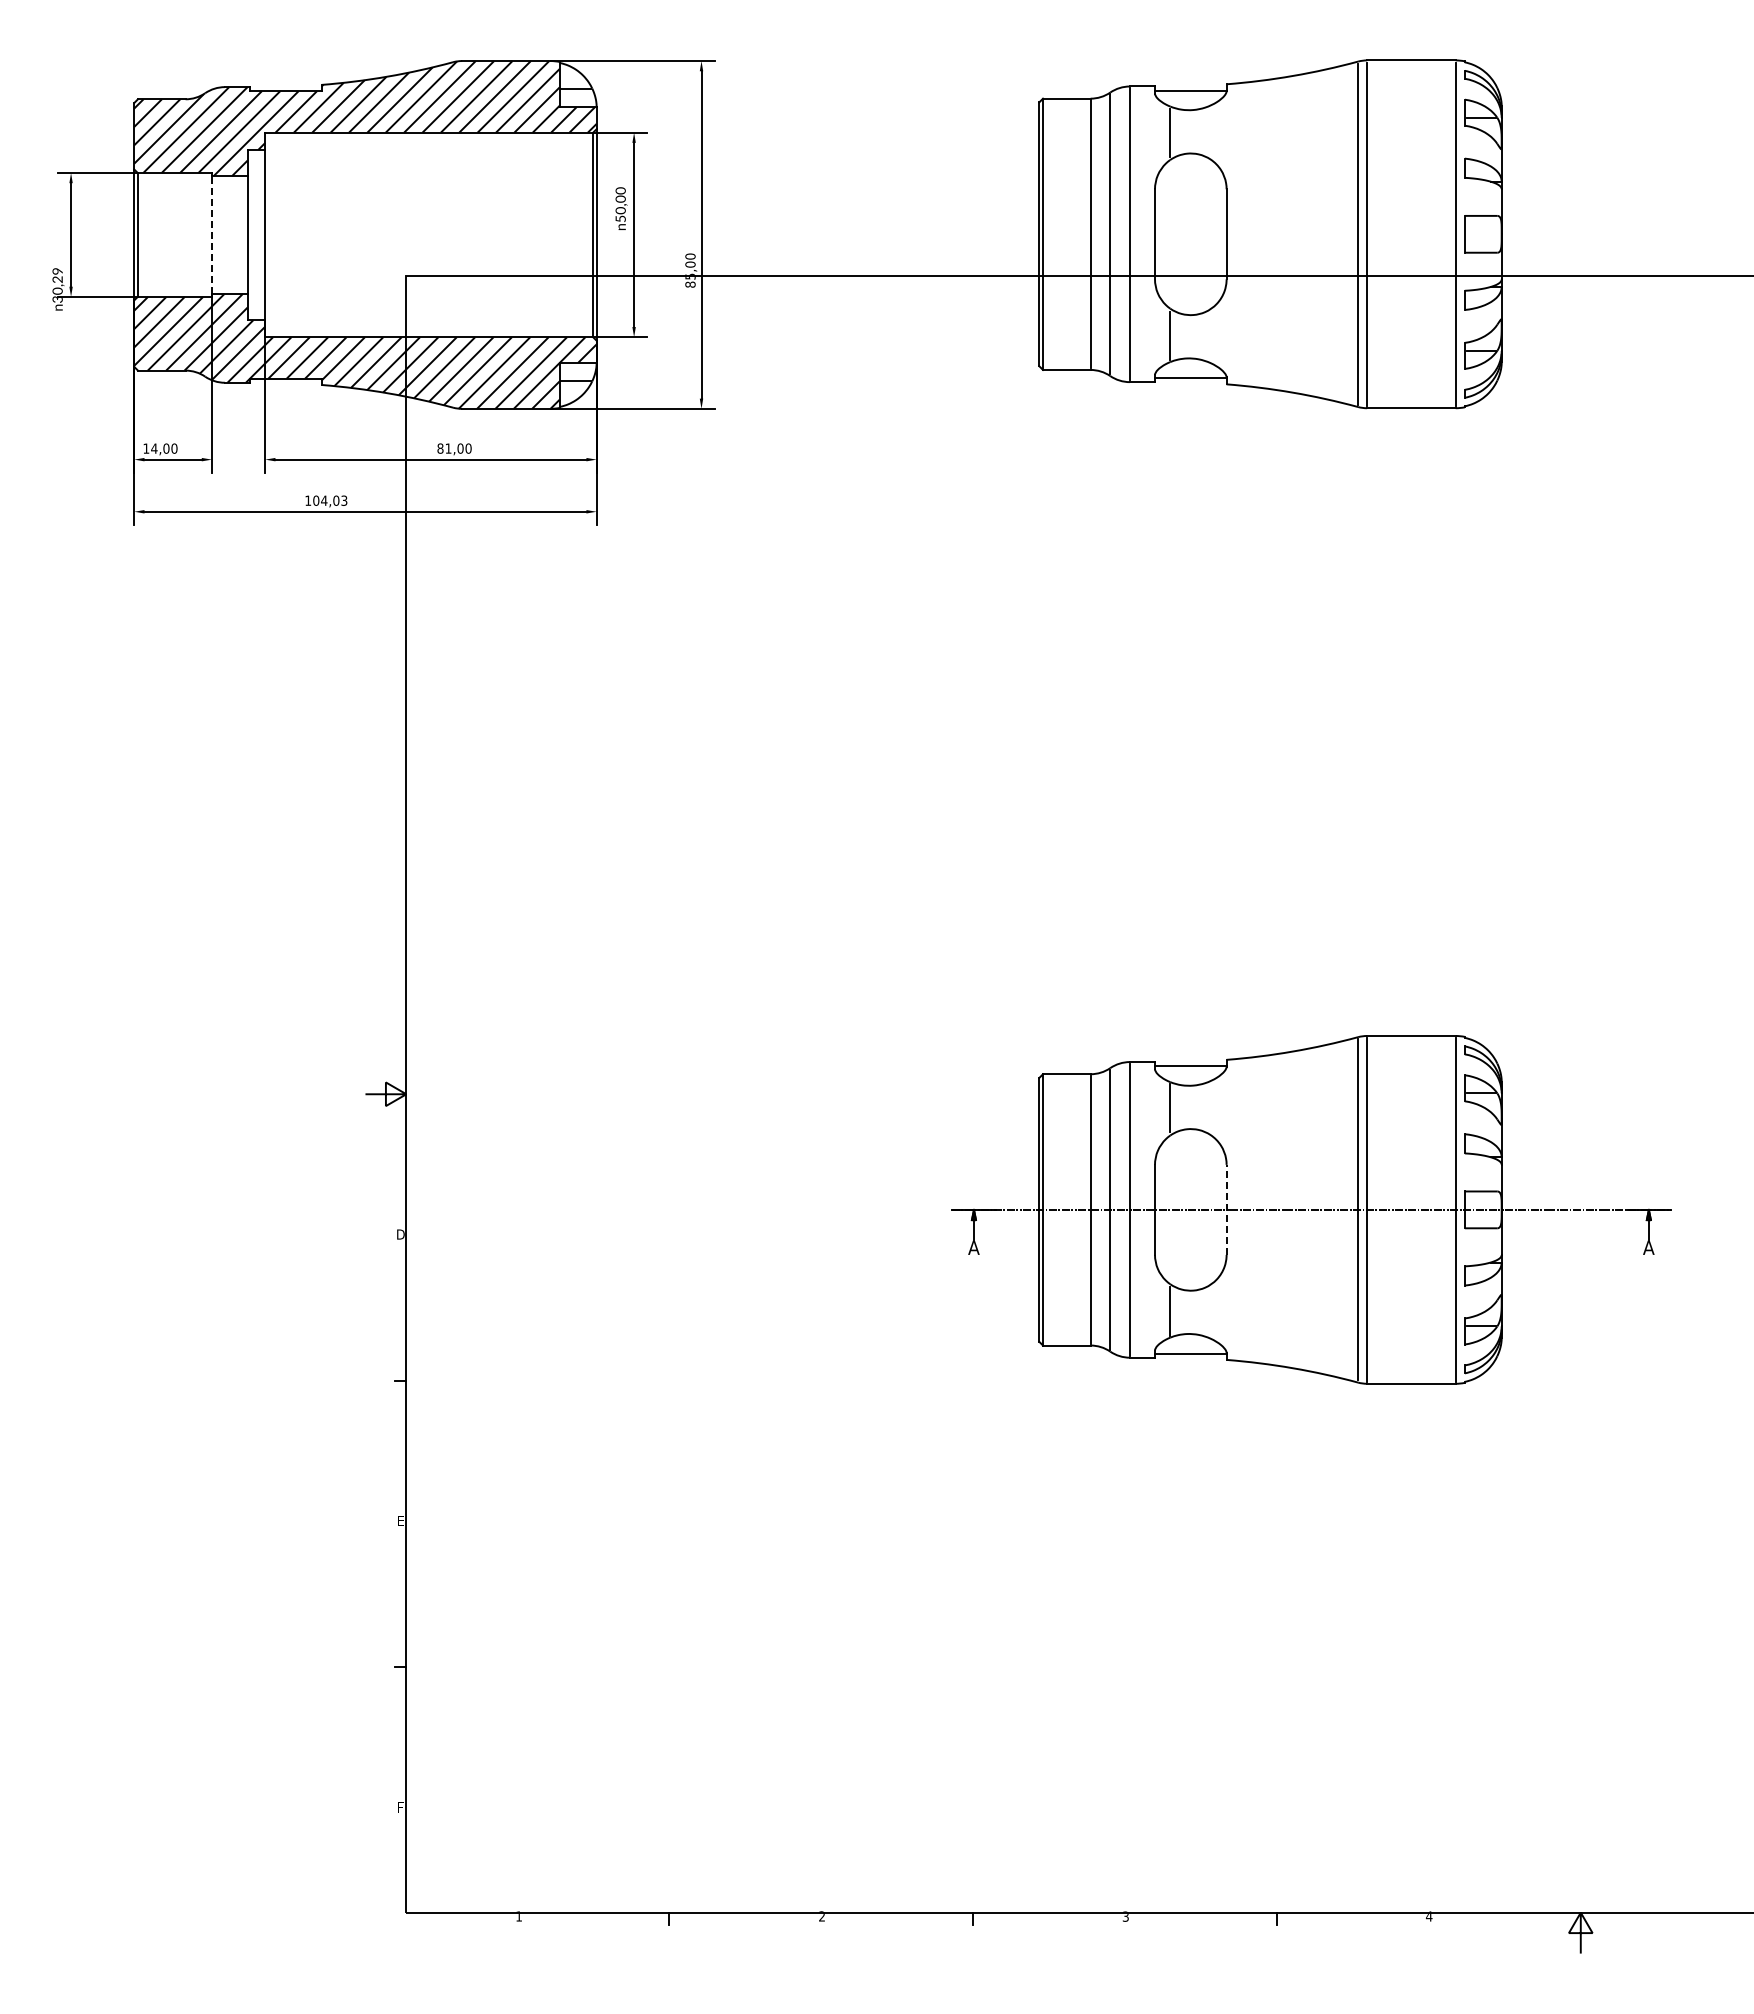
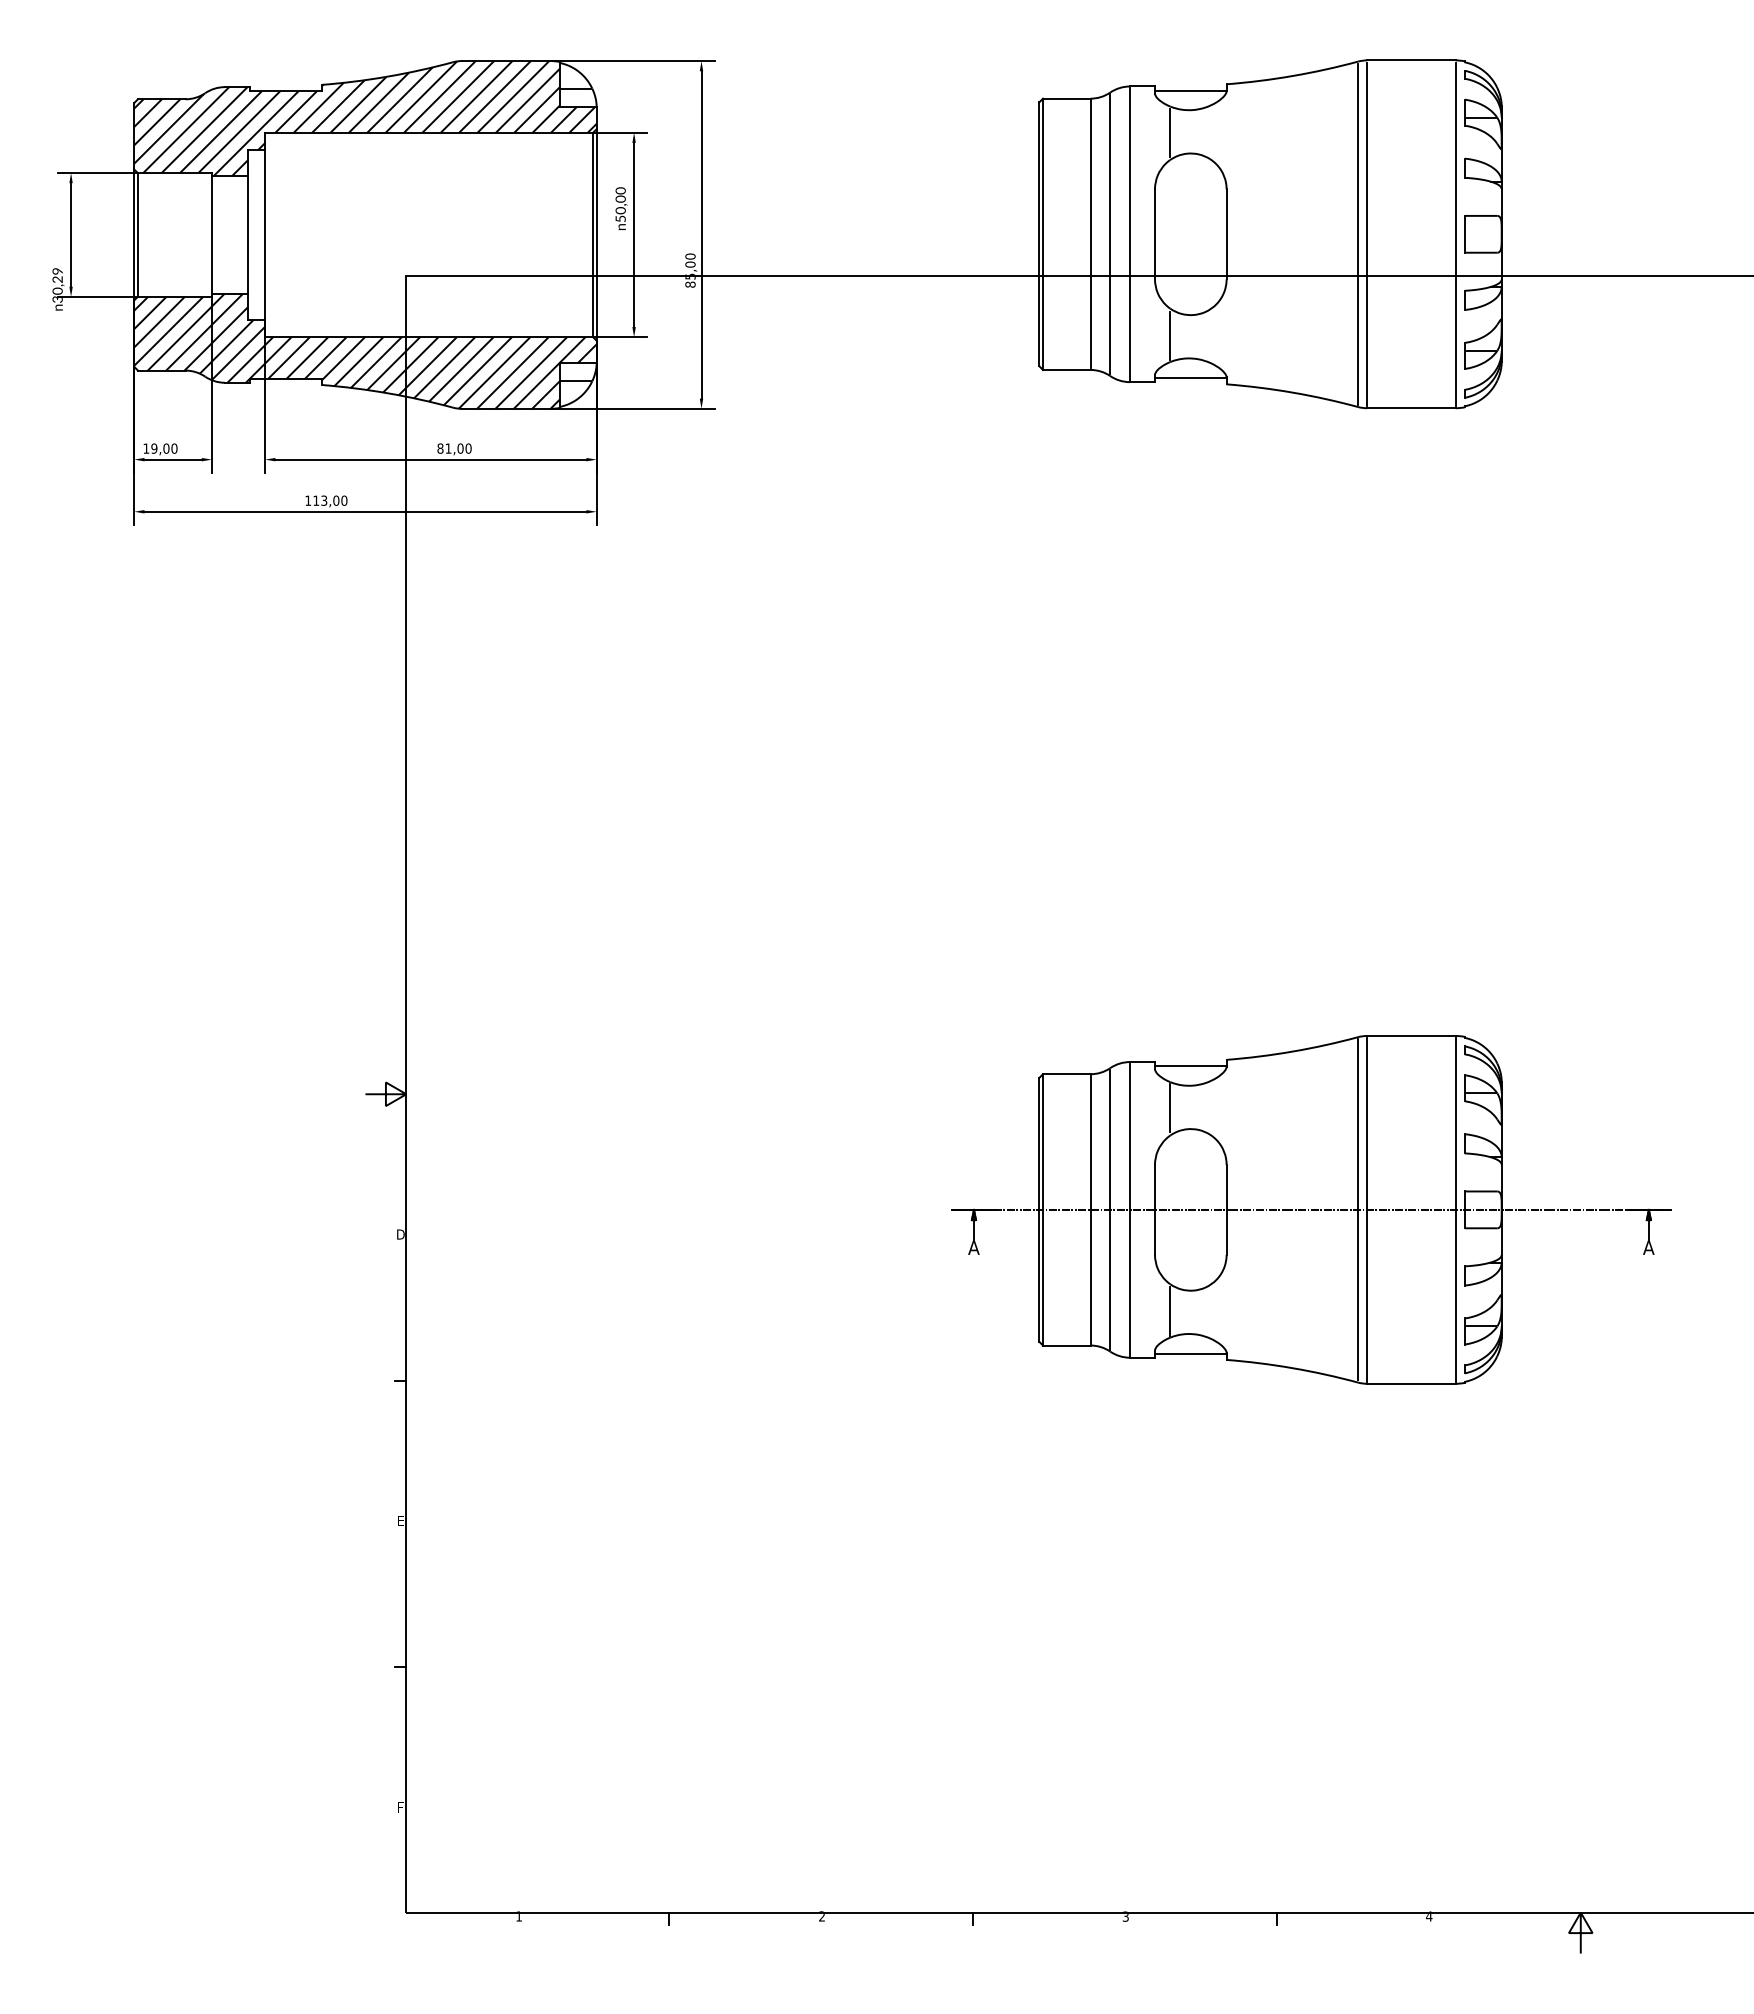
line at (212, 234): dashed -> solid
text at (154, 448): 14,00 -> 19,00
text at (330, 500): 104,03 -> 113,00
line at (1226, 1209): dashed -> solid
